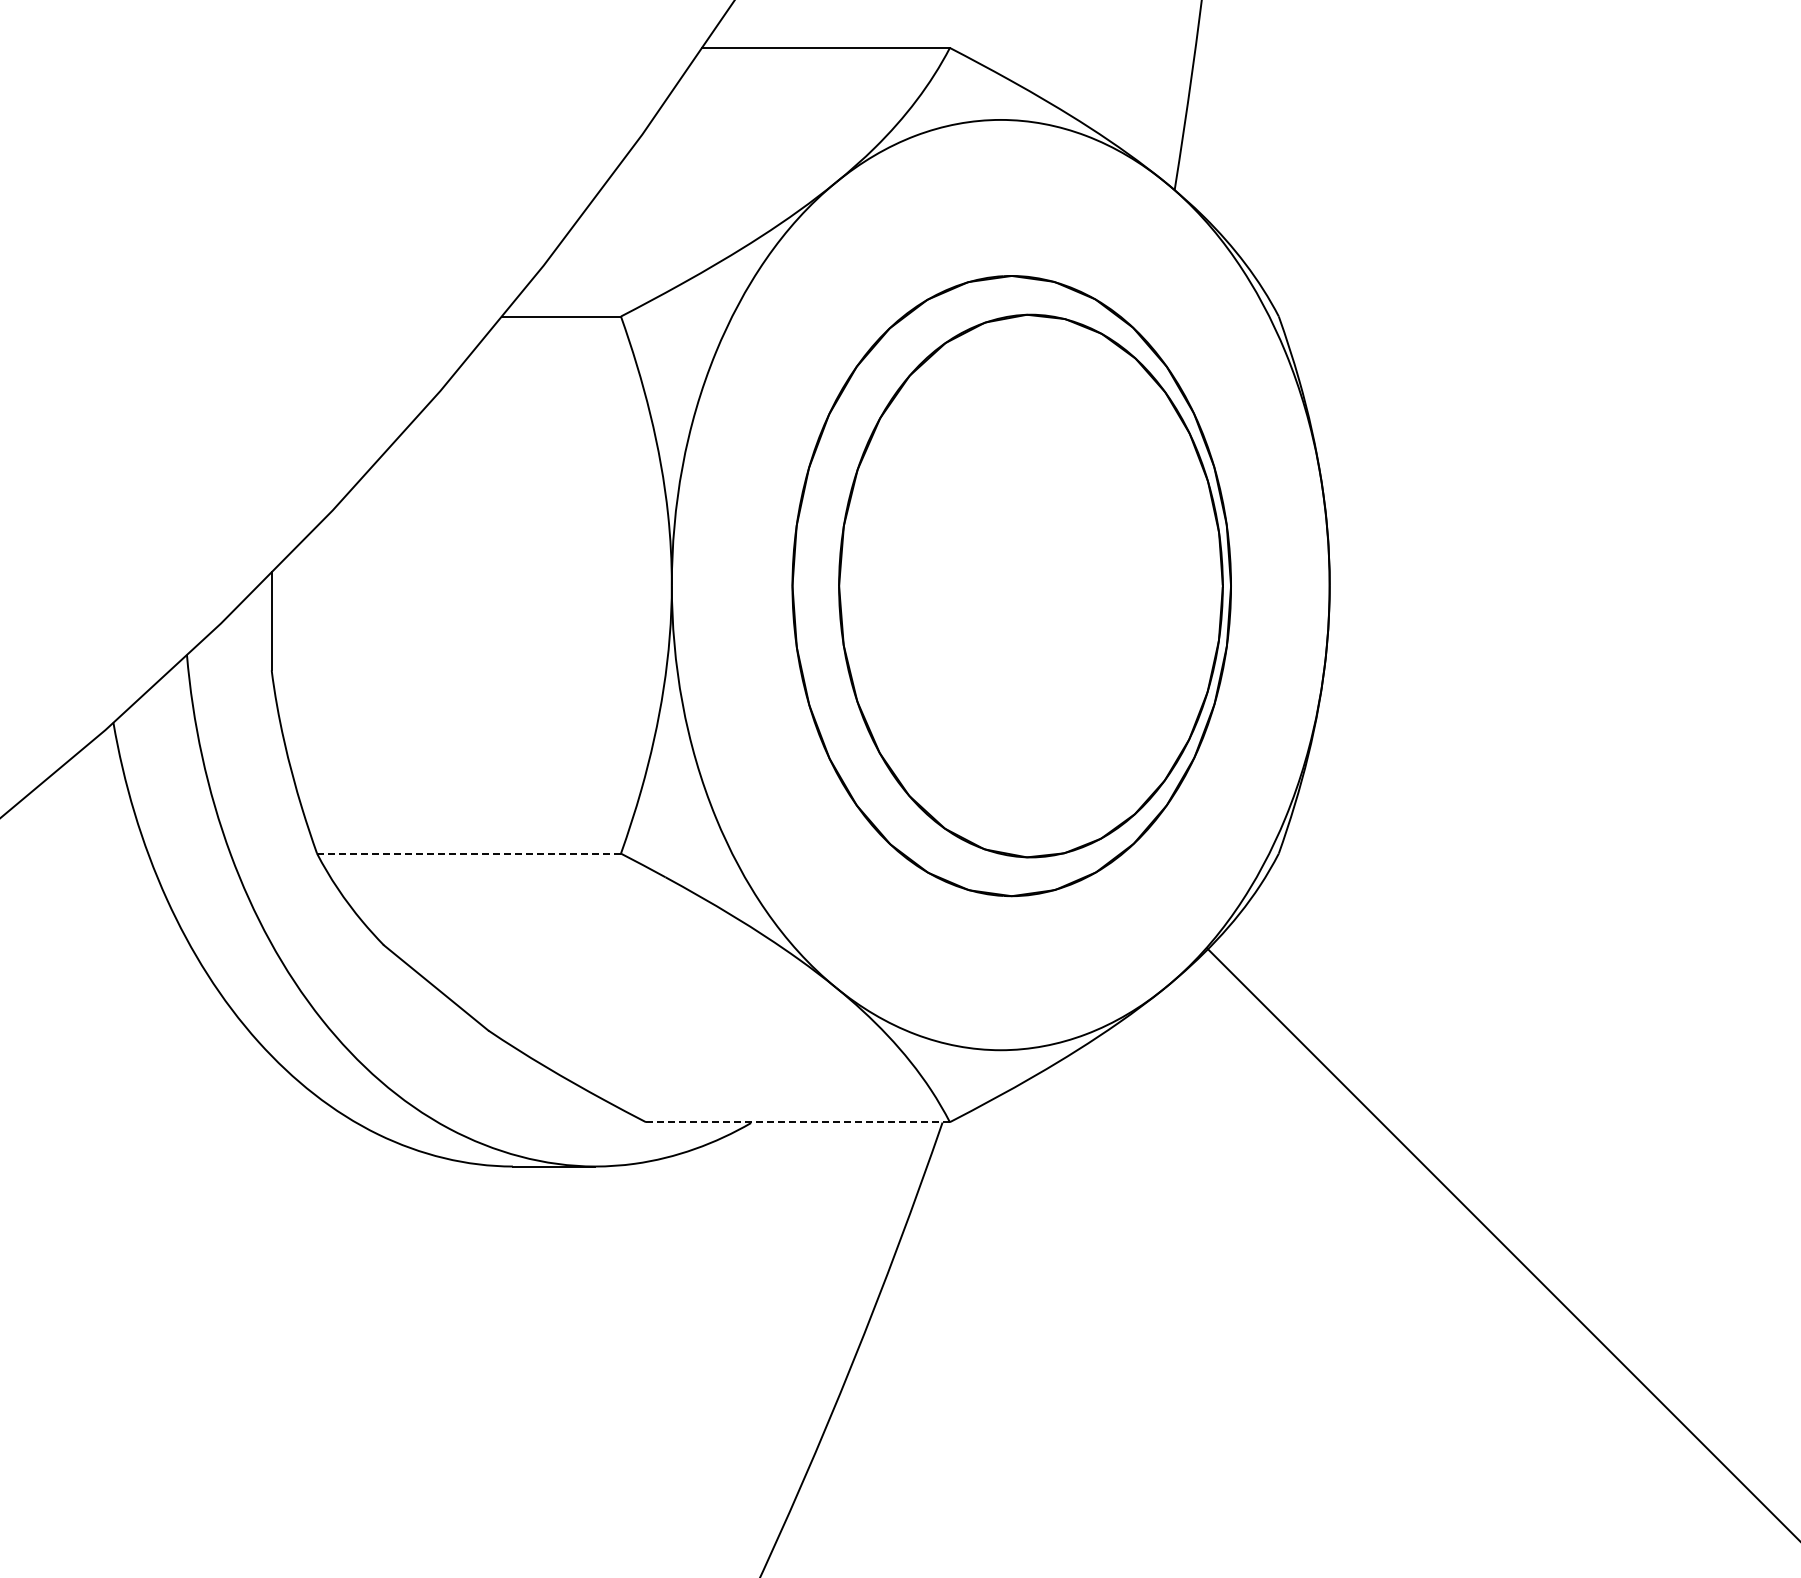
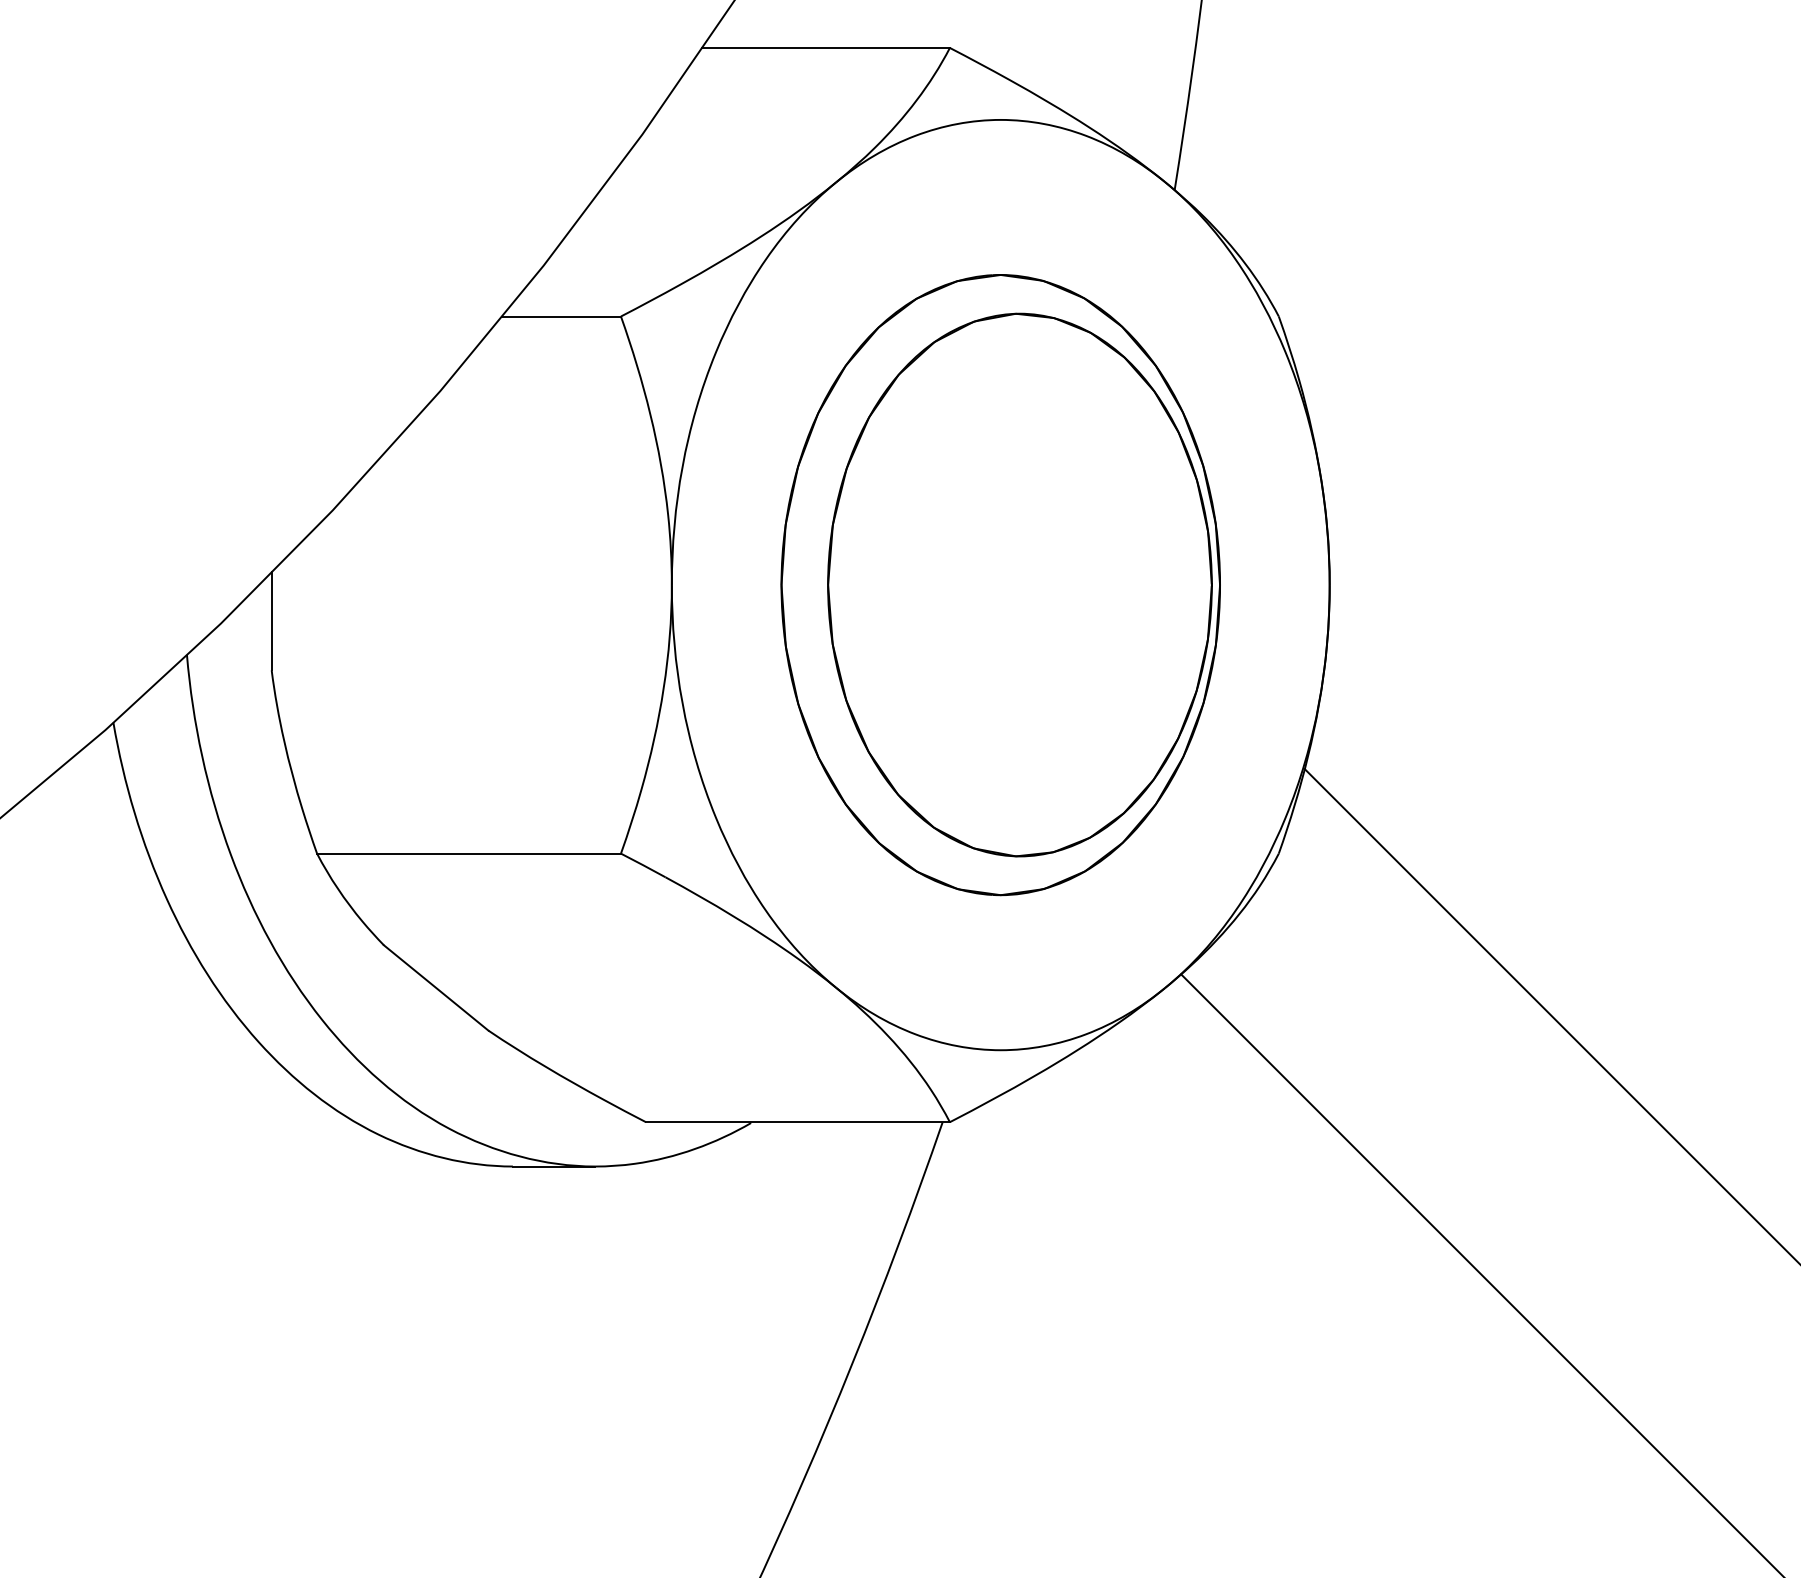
part at (1011, 586) position: (1011, 586) -> (1000, 585)
line at (469, 853): dashed -> solid
line at (1550, 1015): none -> present
line at (797, 1122): dashed -> solid
line at (1502, 1243) position: (1502, 1243) -> (1481, 1274)
